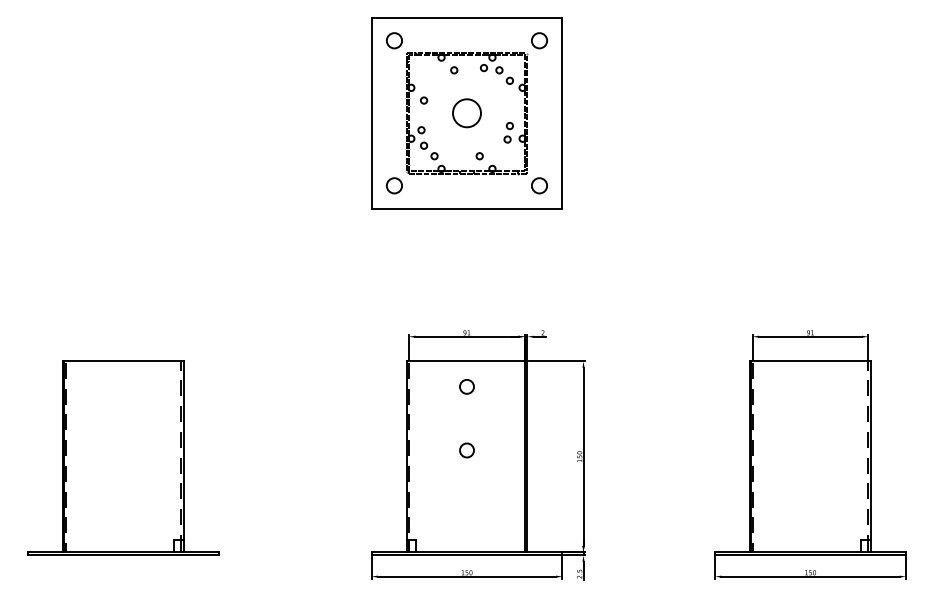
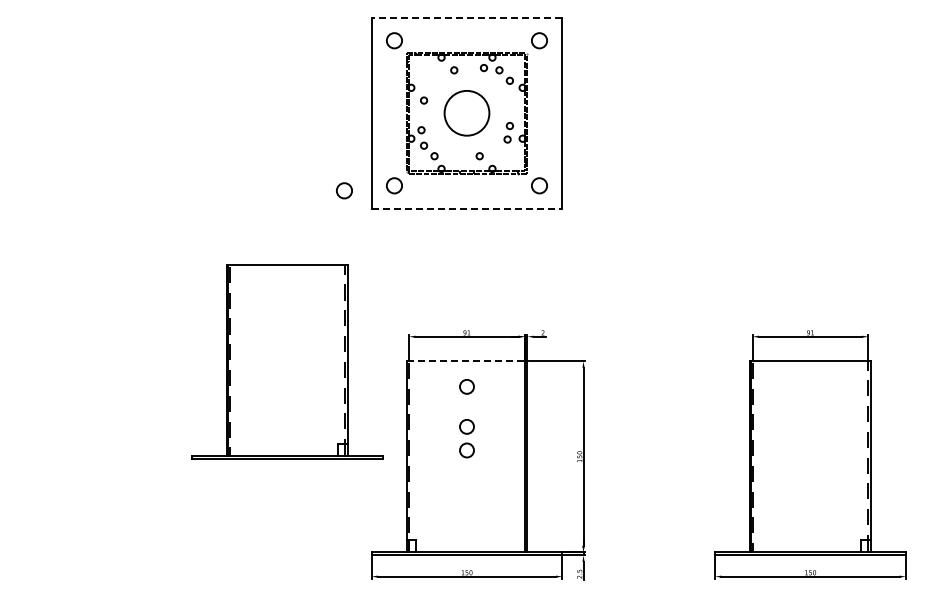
line at (466, 17): solid -> dashed
circle at (466, 113) diameter: 28 px -> 45 px
circle at (344, 190): none -> present
line at (467, 208): solid -> dashed
line at (466, 361): solid -> dashed
circle at (466, 426): none -> present
part at (123, 457) position: (123, 457) -> (287, 361)
